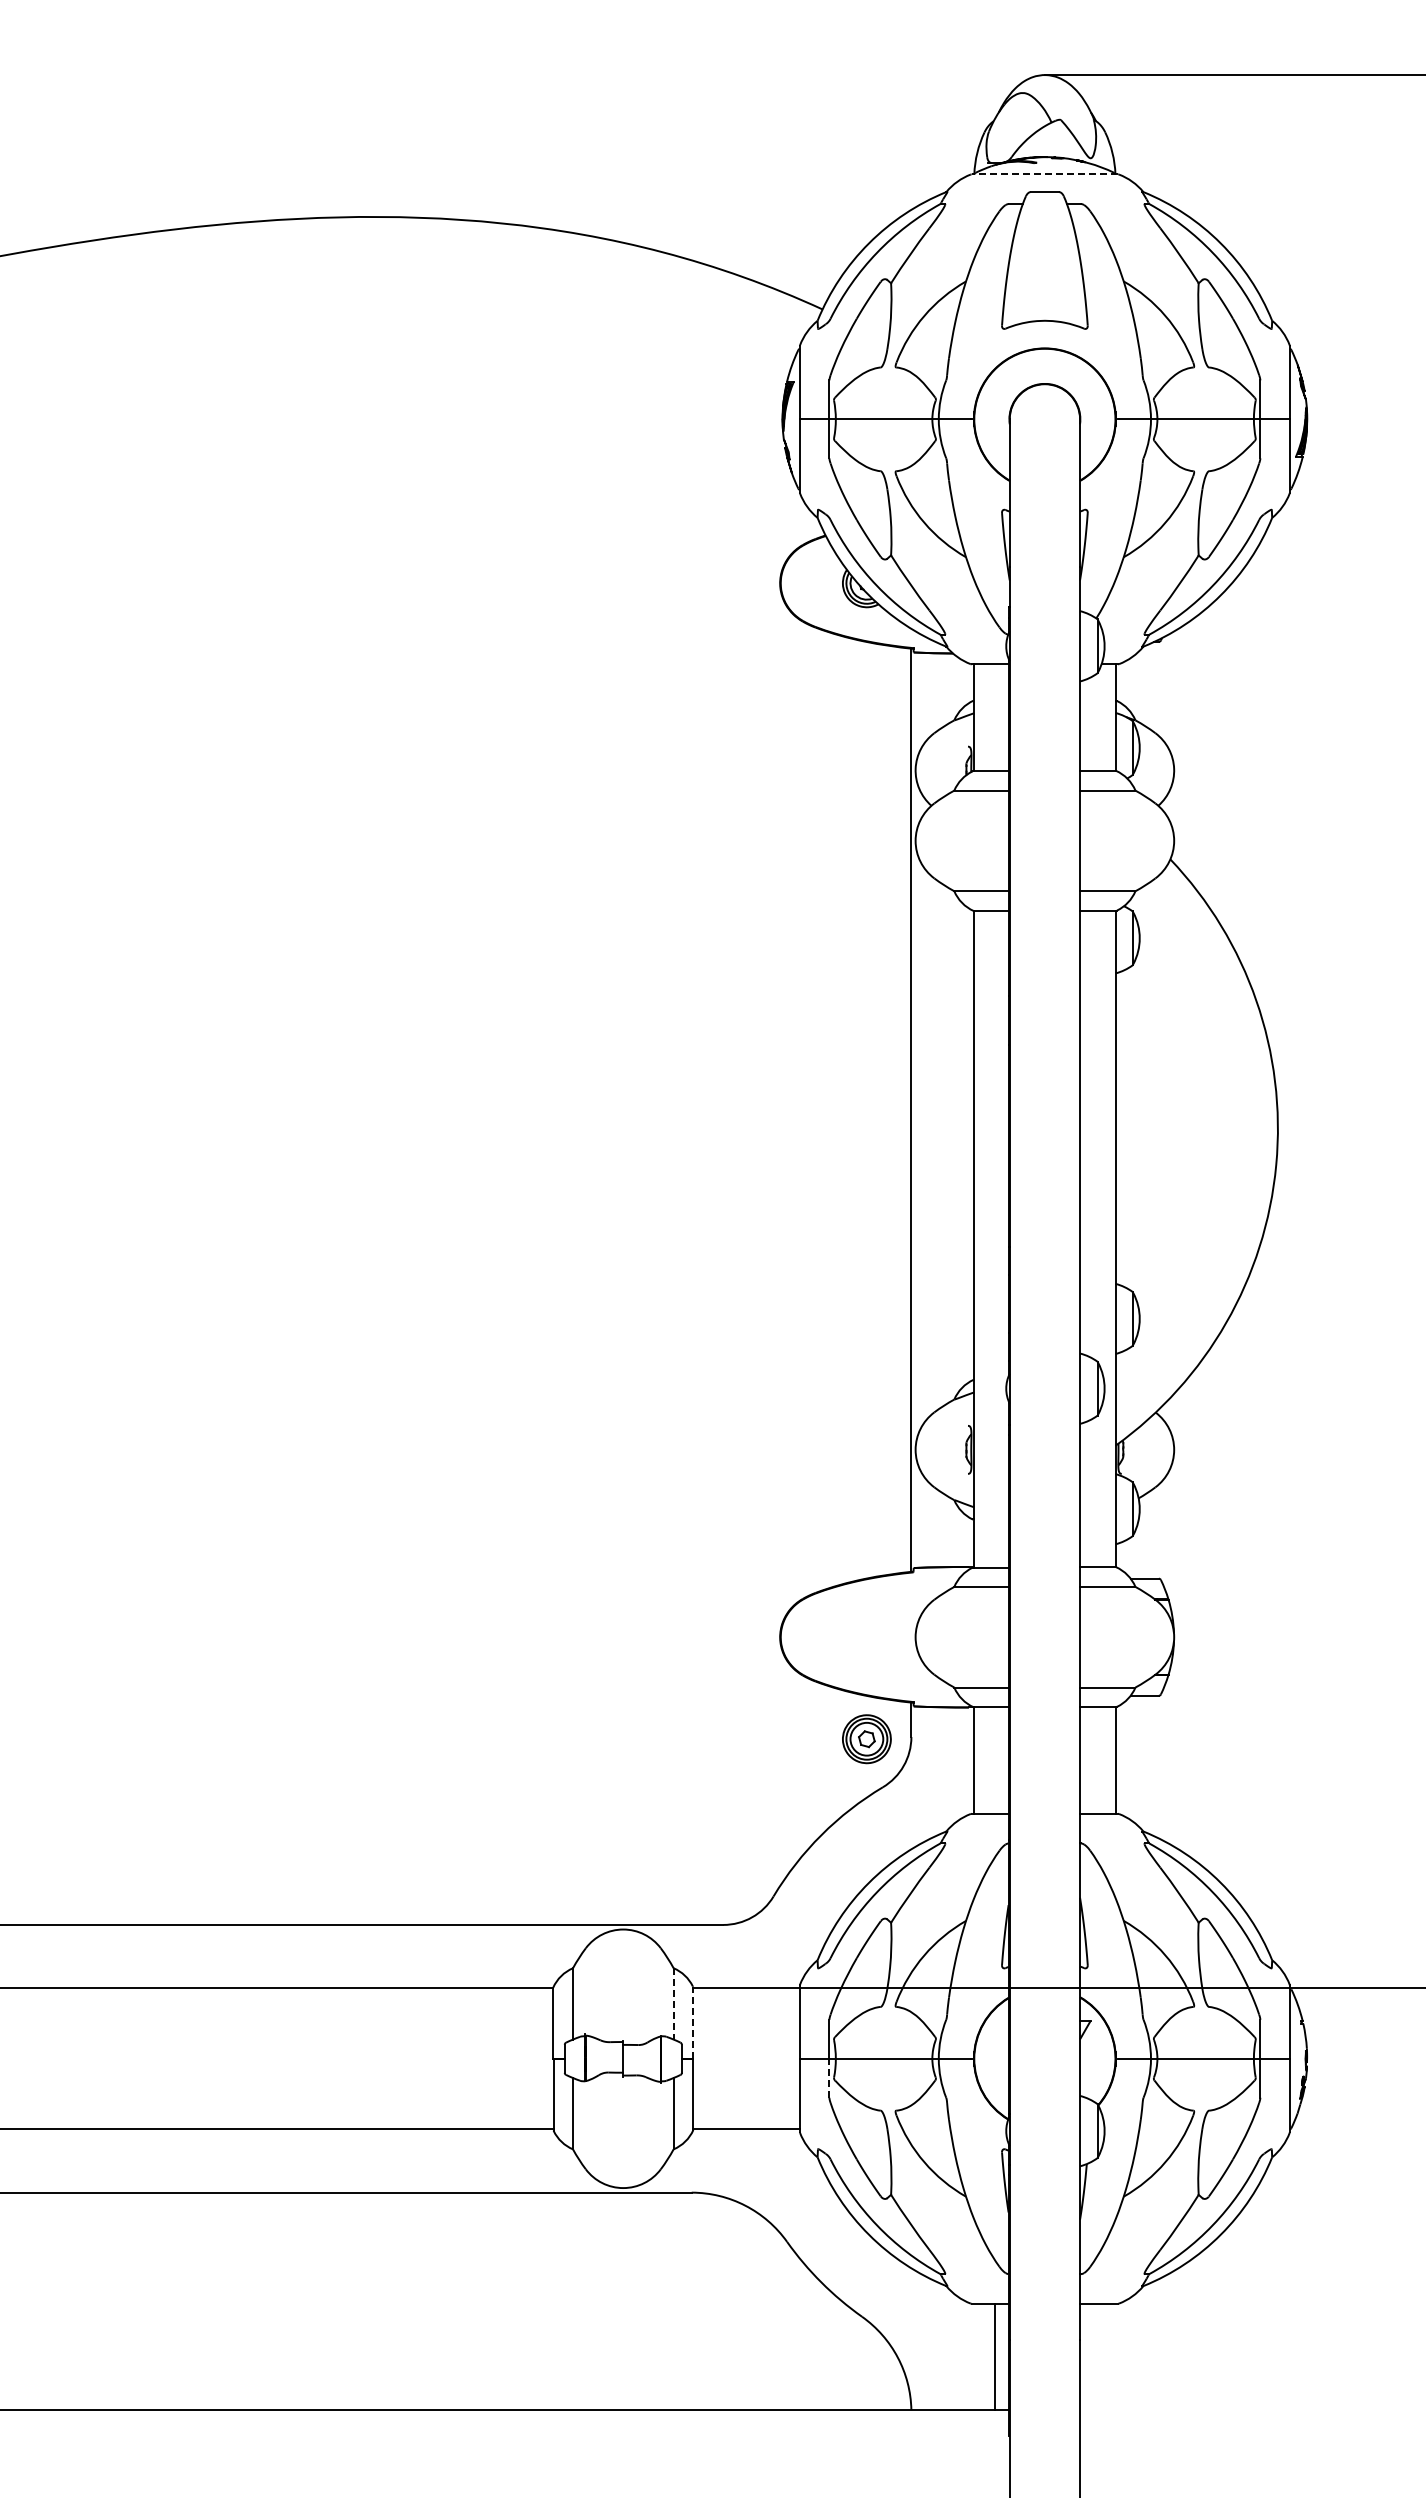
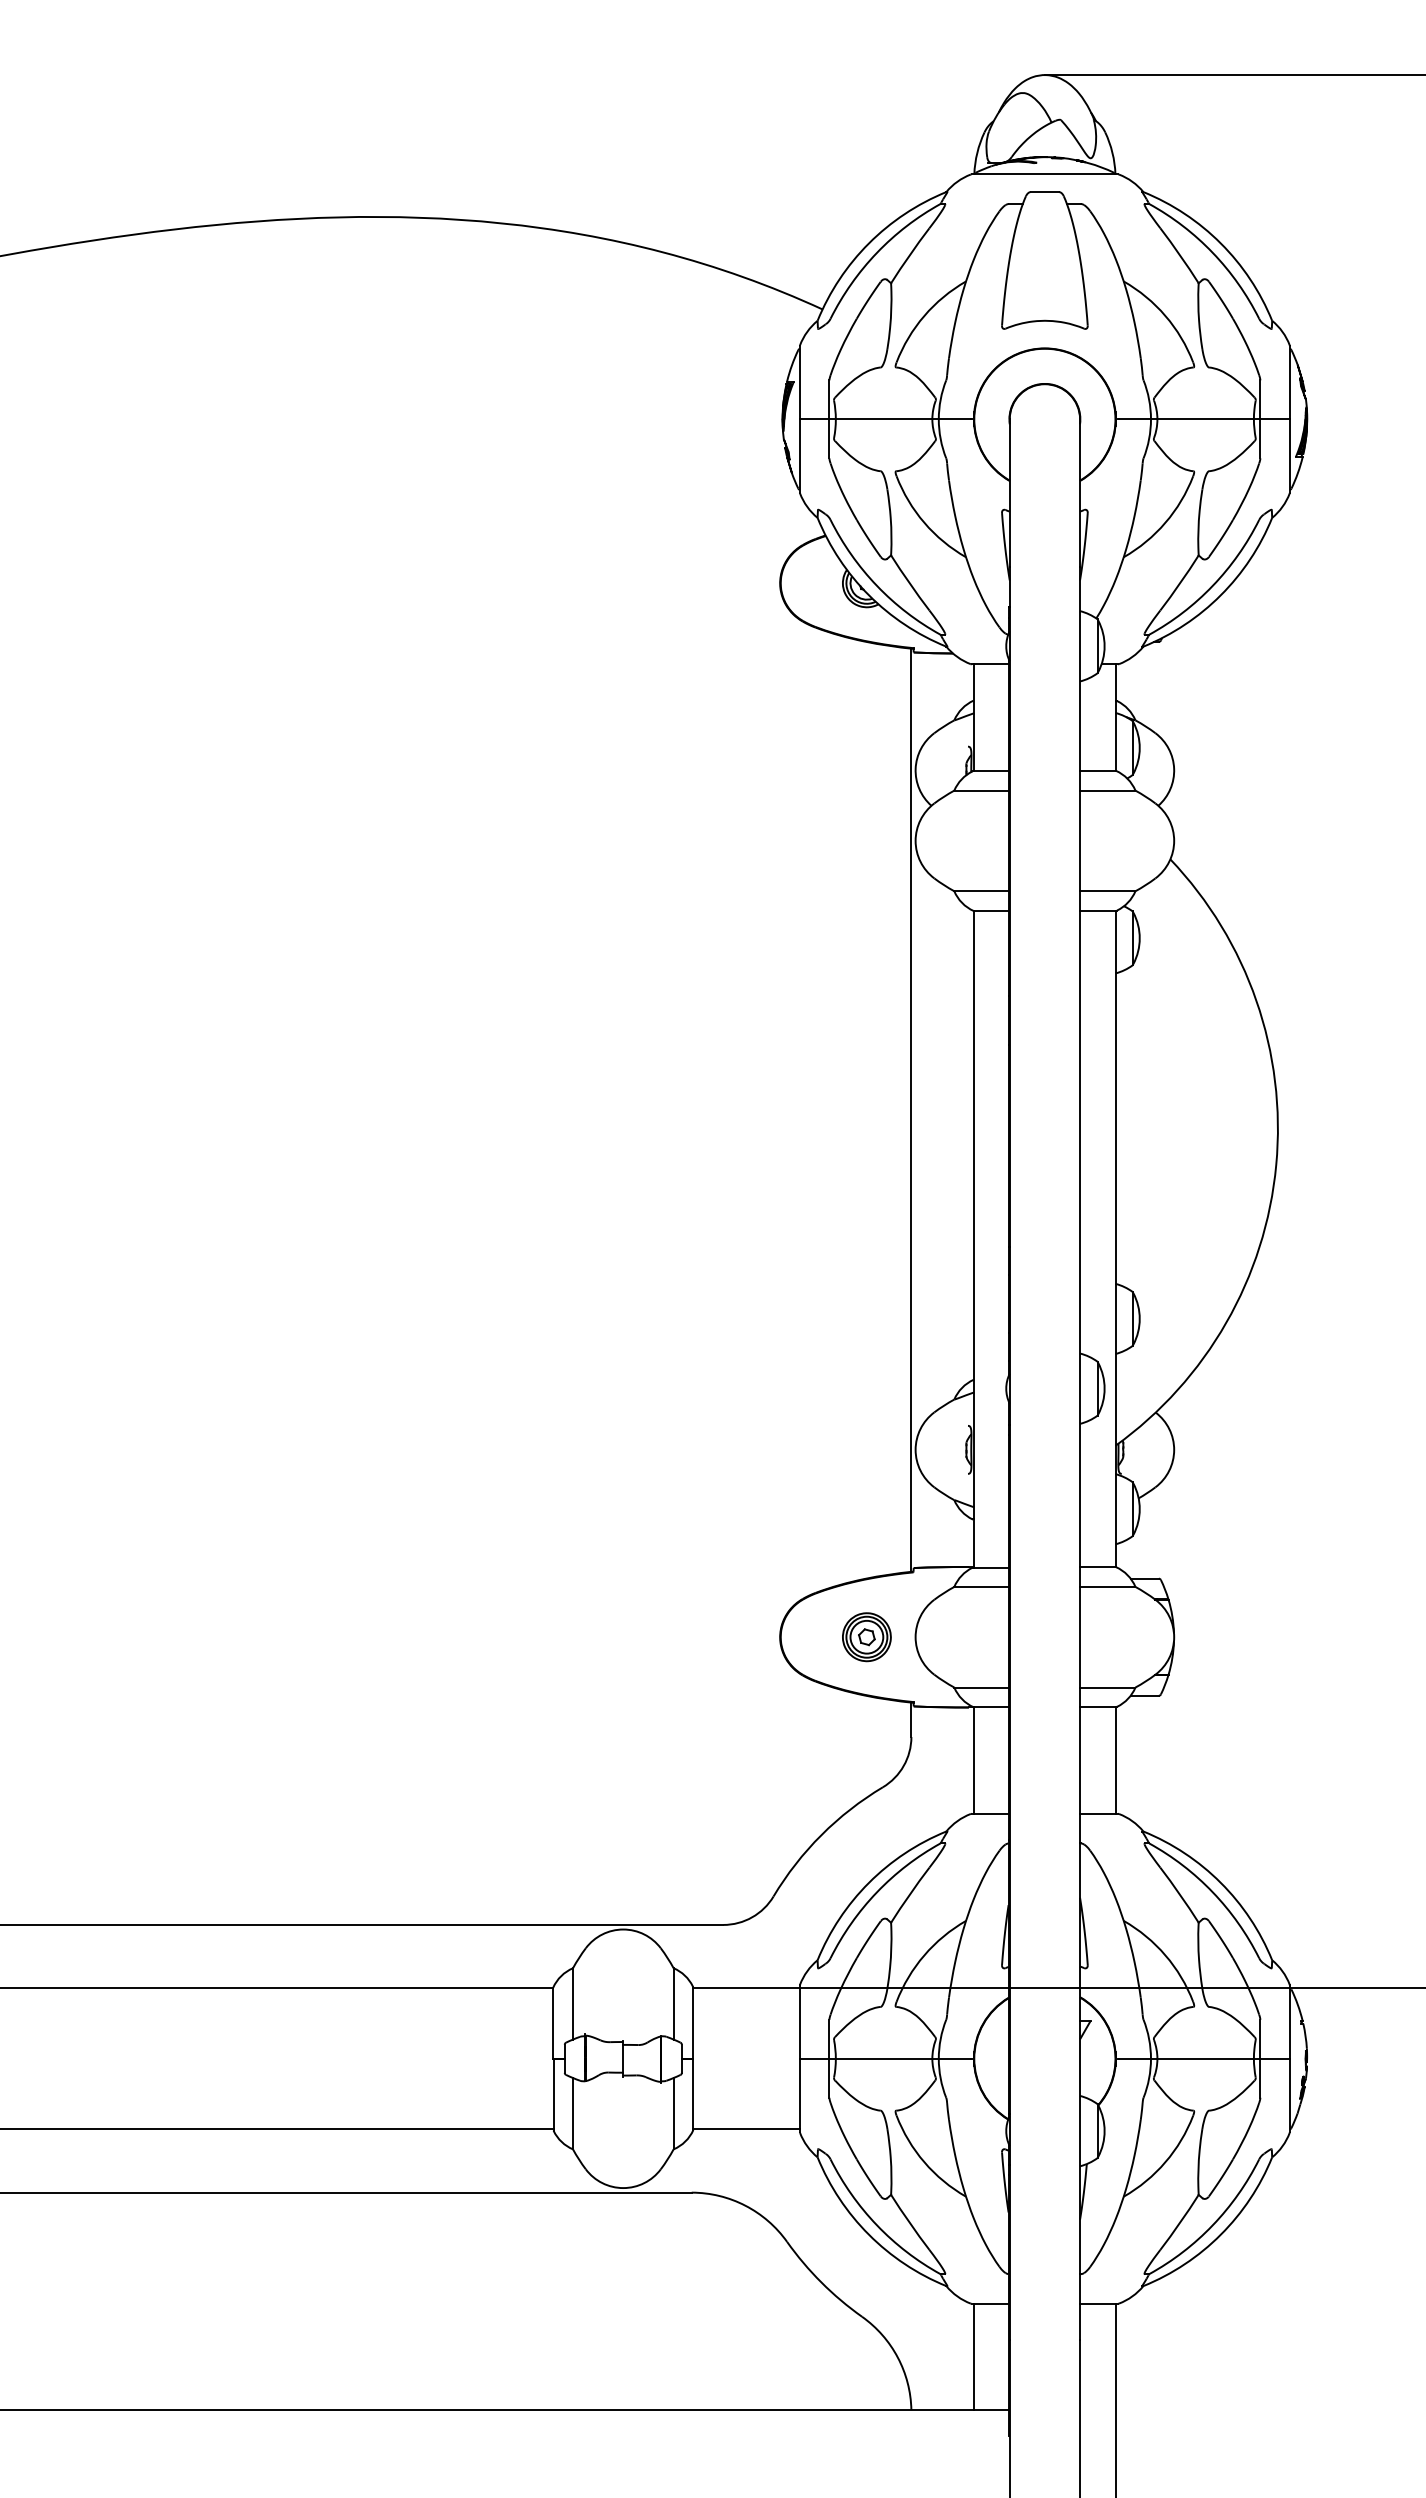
line at (1044, 174): dashed -> solid
part at (866, 1739) position: (866, 1739) -> (866, 1637)
line at (673, 2003): dashed -> solid
line at (692, 2022): dashed -> solid
line at (829, 2077): dashed -> solid
line at (995, 2356) position: (995, 2356) -> (974, 2356)
line at (1115, 2398): none -> present
